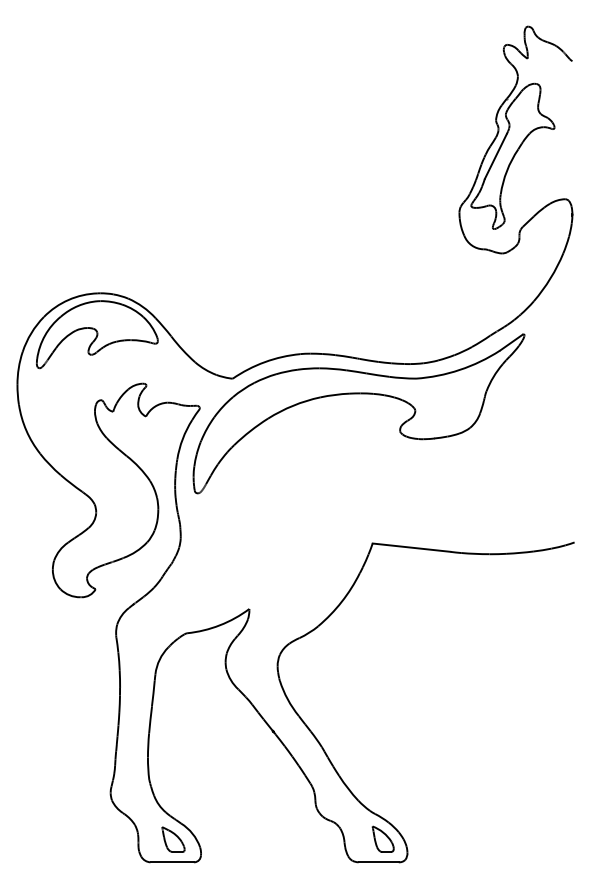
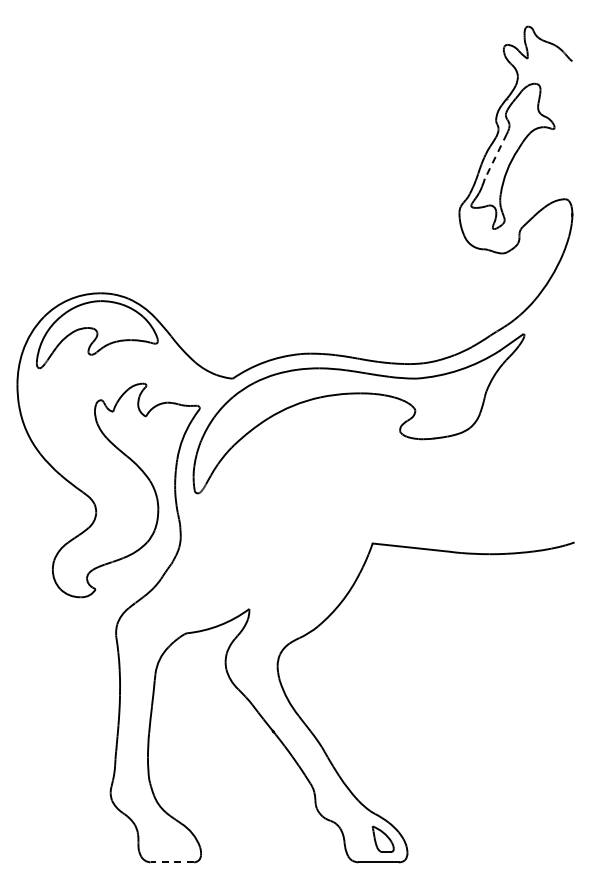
line at (495, 156): solid -> dashed
part at (173, 839): present -> none
line at (172, 862): solid -> dashed
